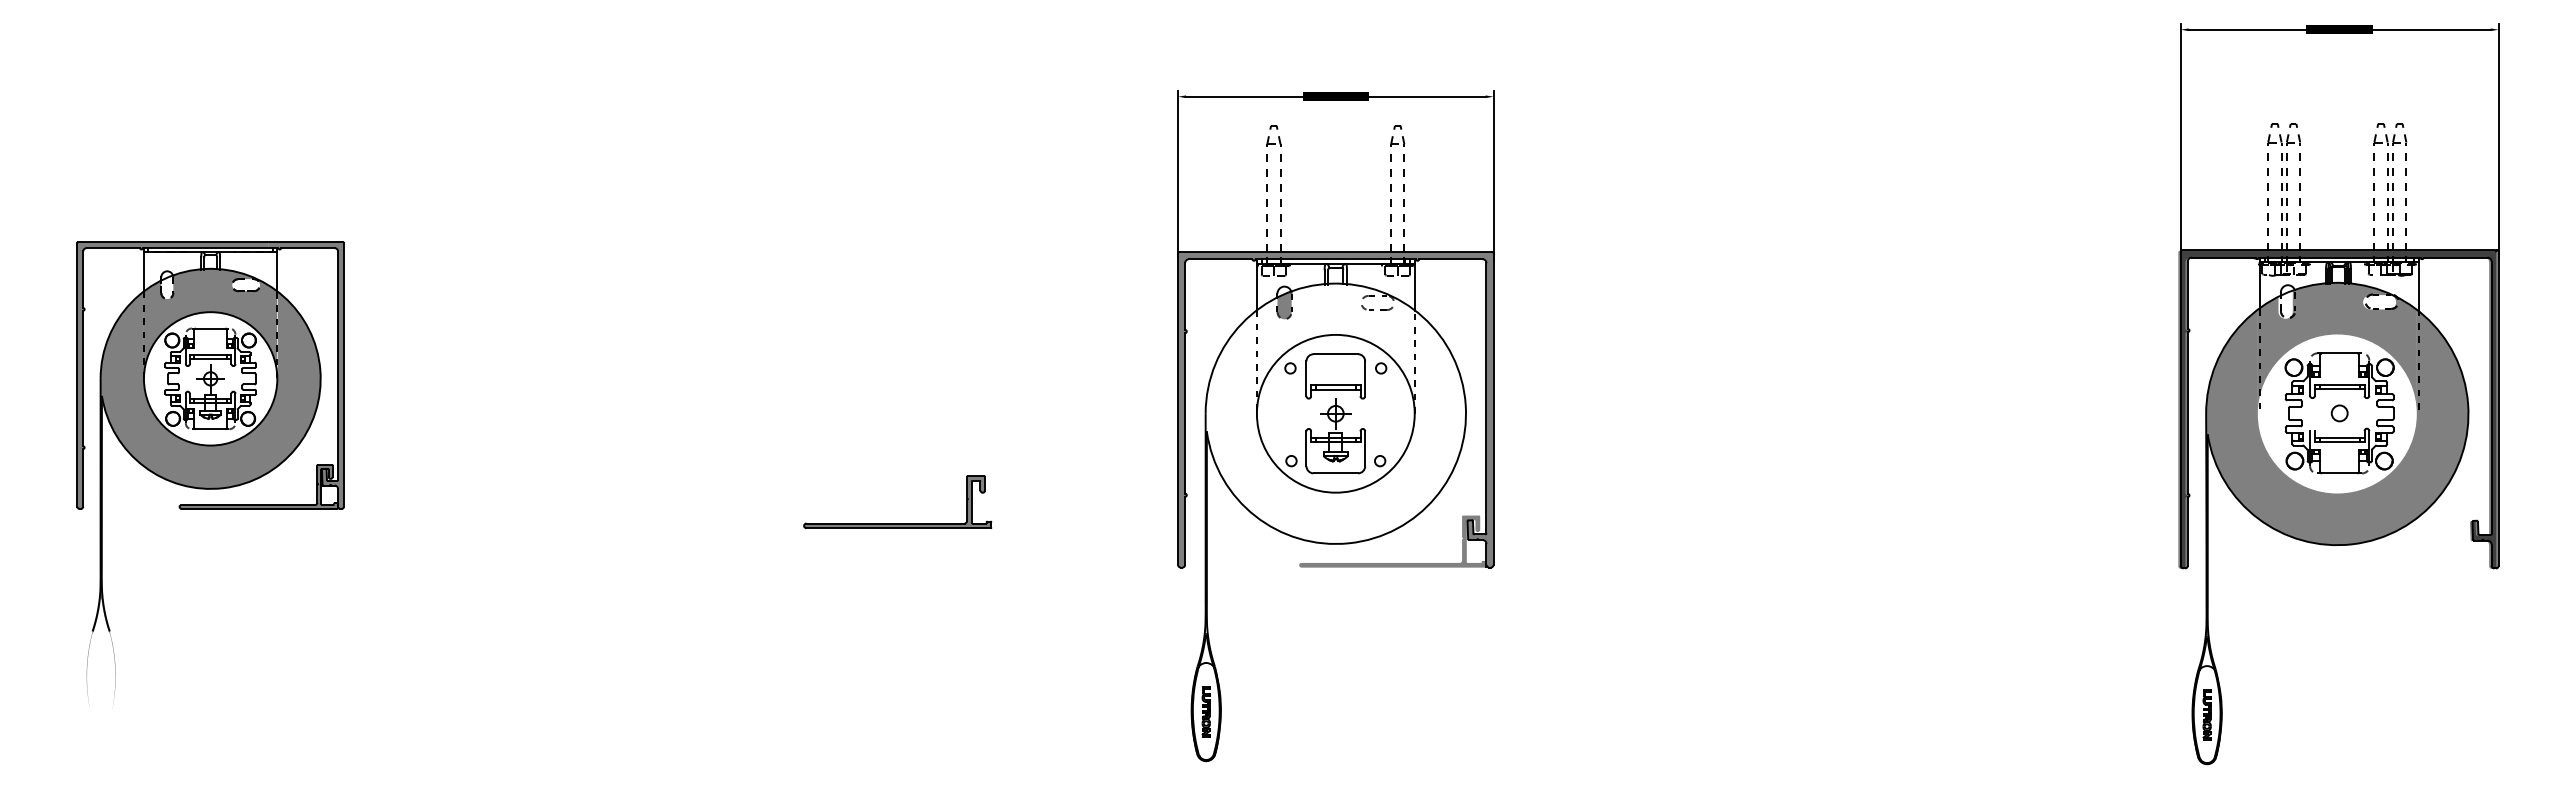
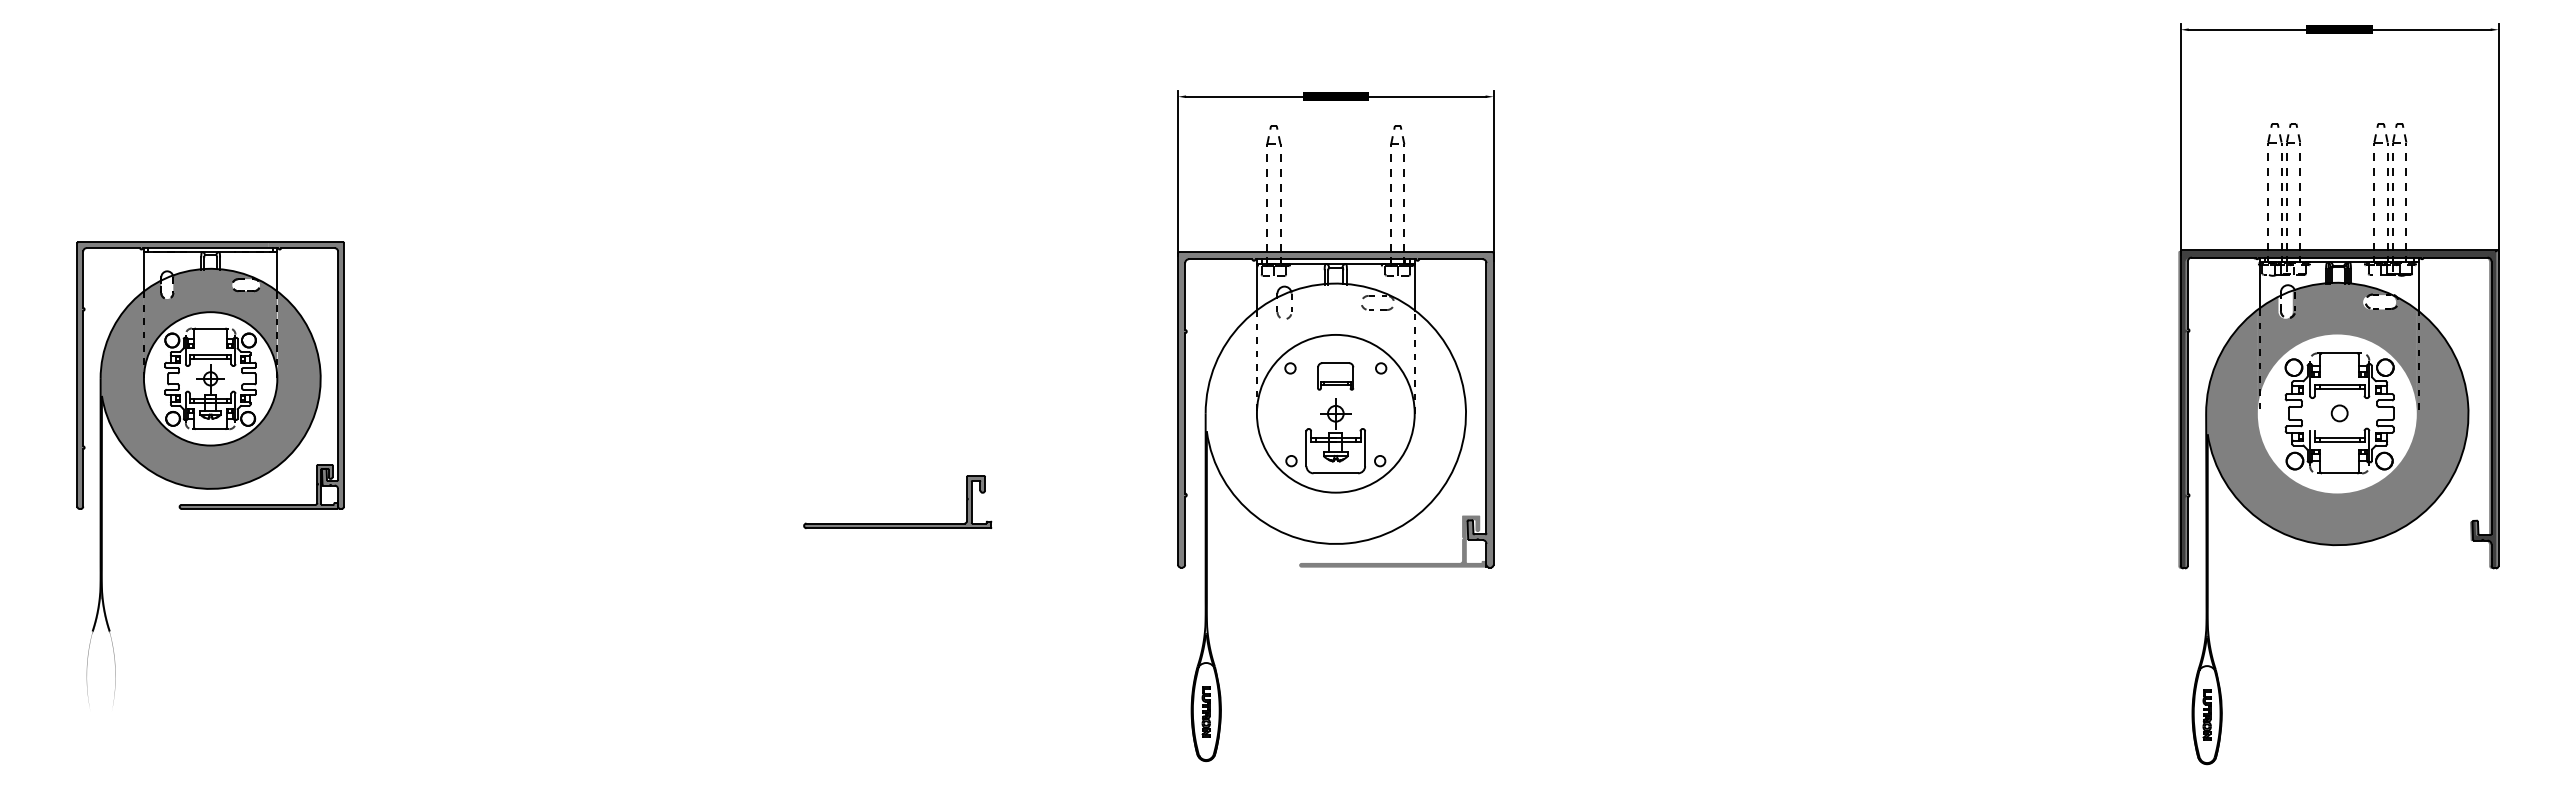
fill at (1284, 305): present -> none
part at (1335, 376) size: 61x47 px -> 38x29 px
